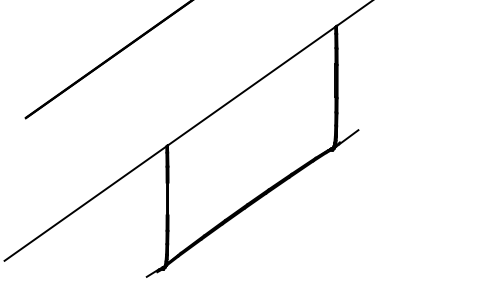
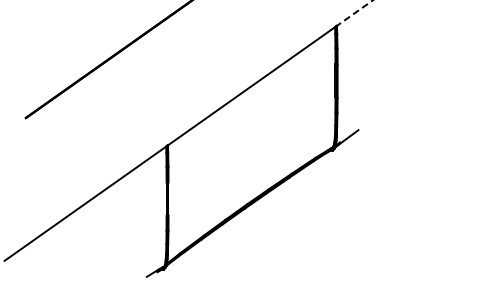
line at (354, 13): solid -> dashed
